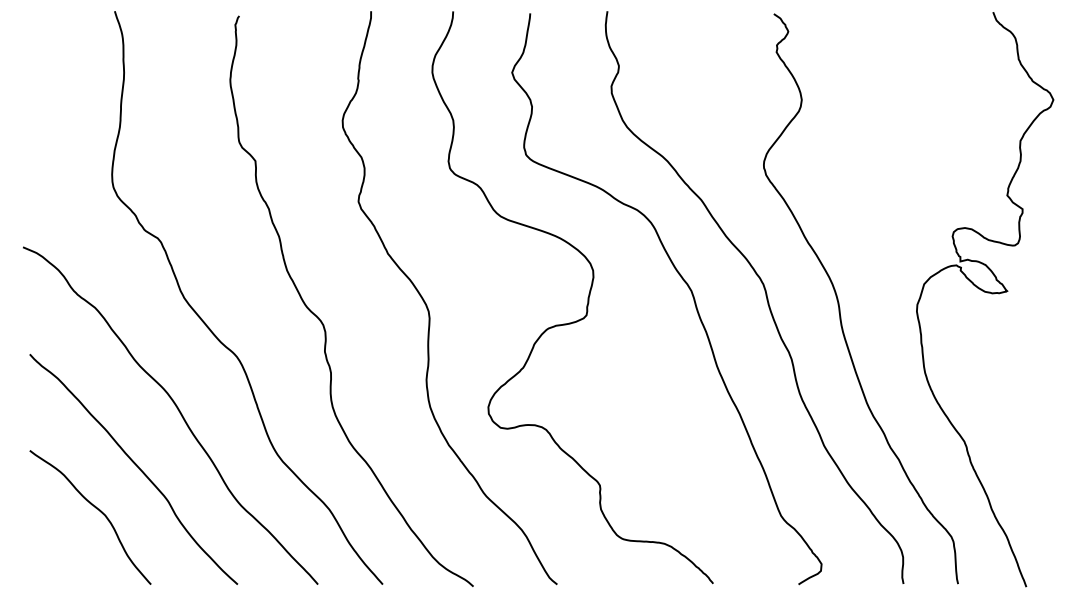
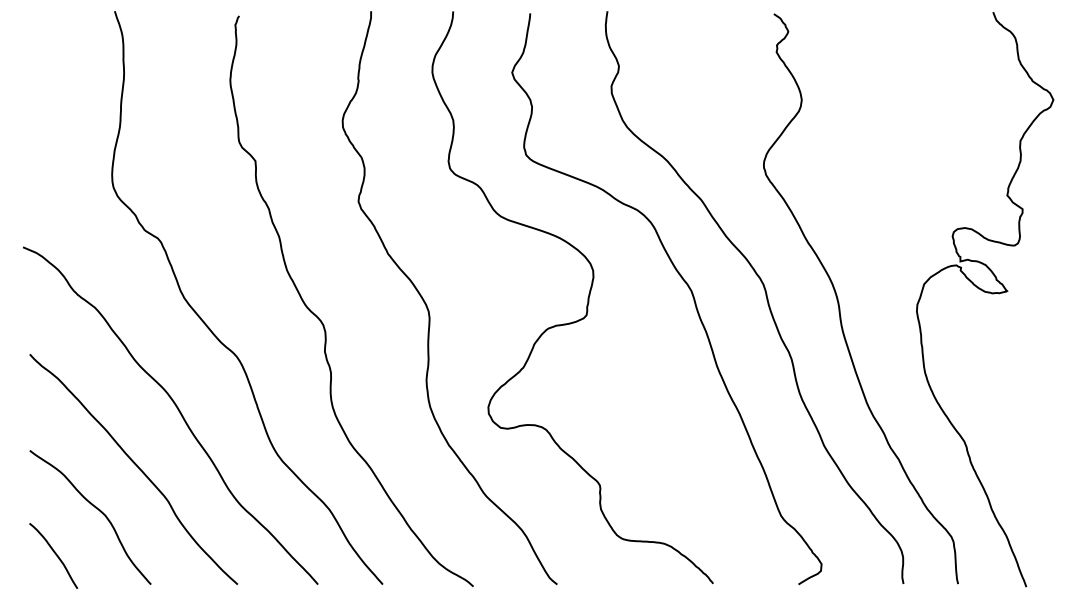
curve at (55, 555): none -> present
